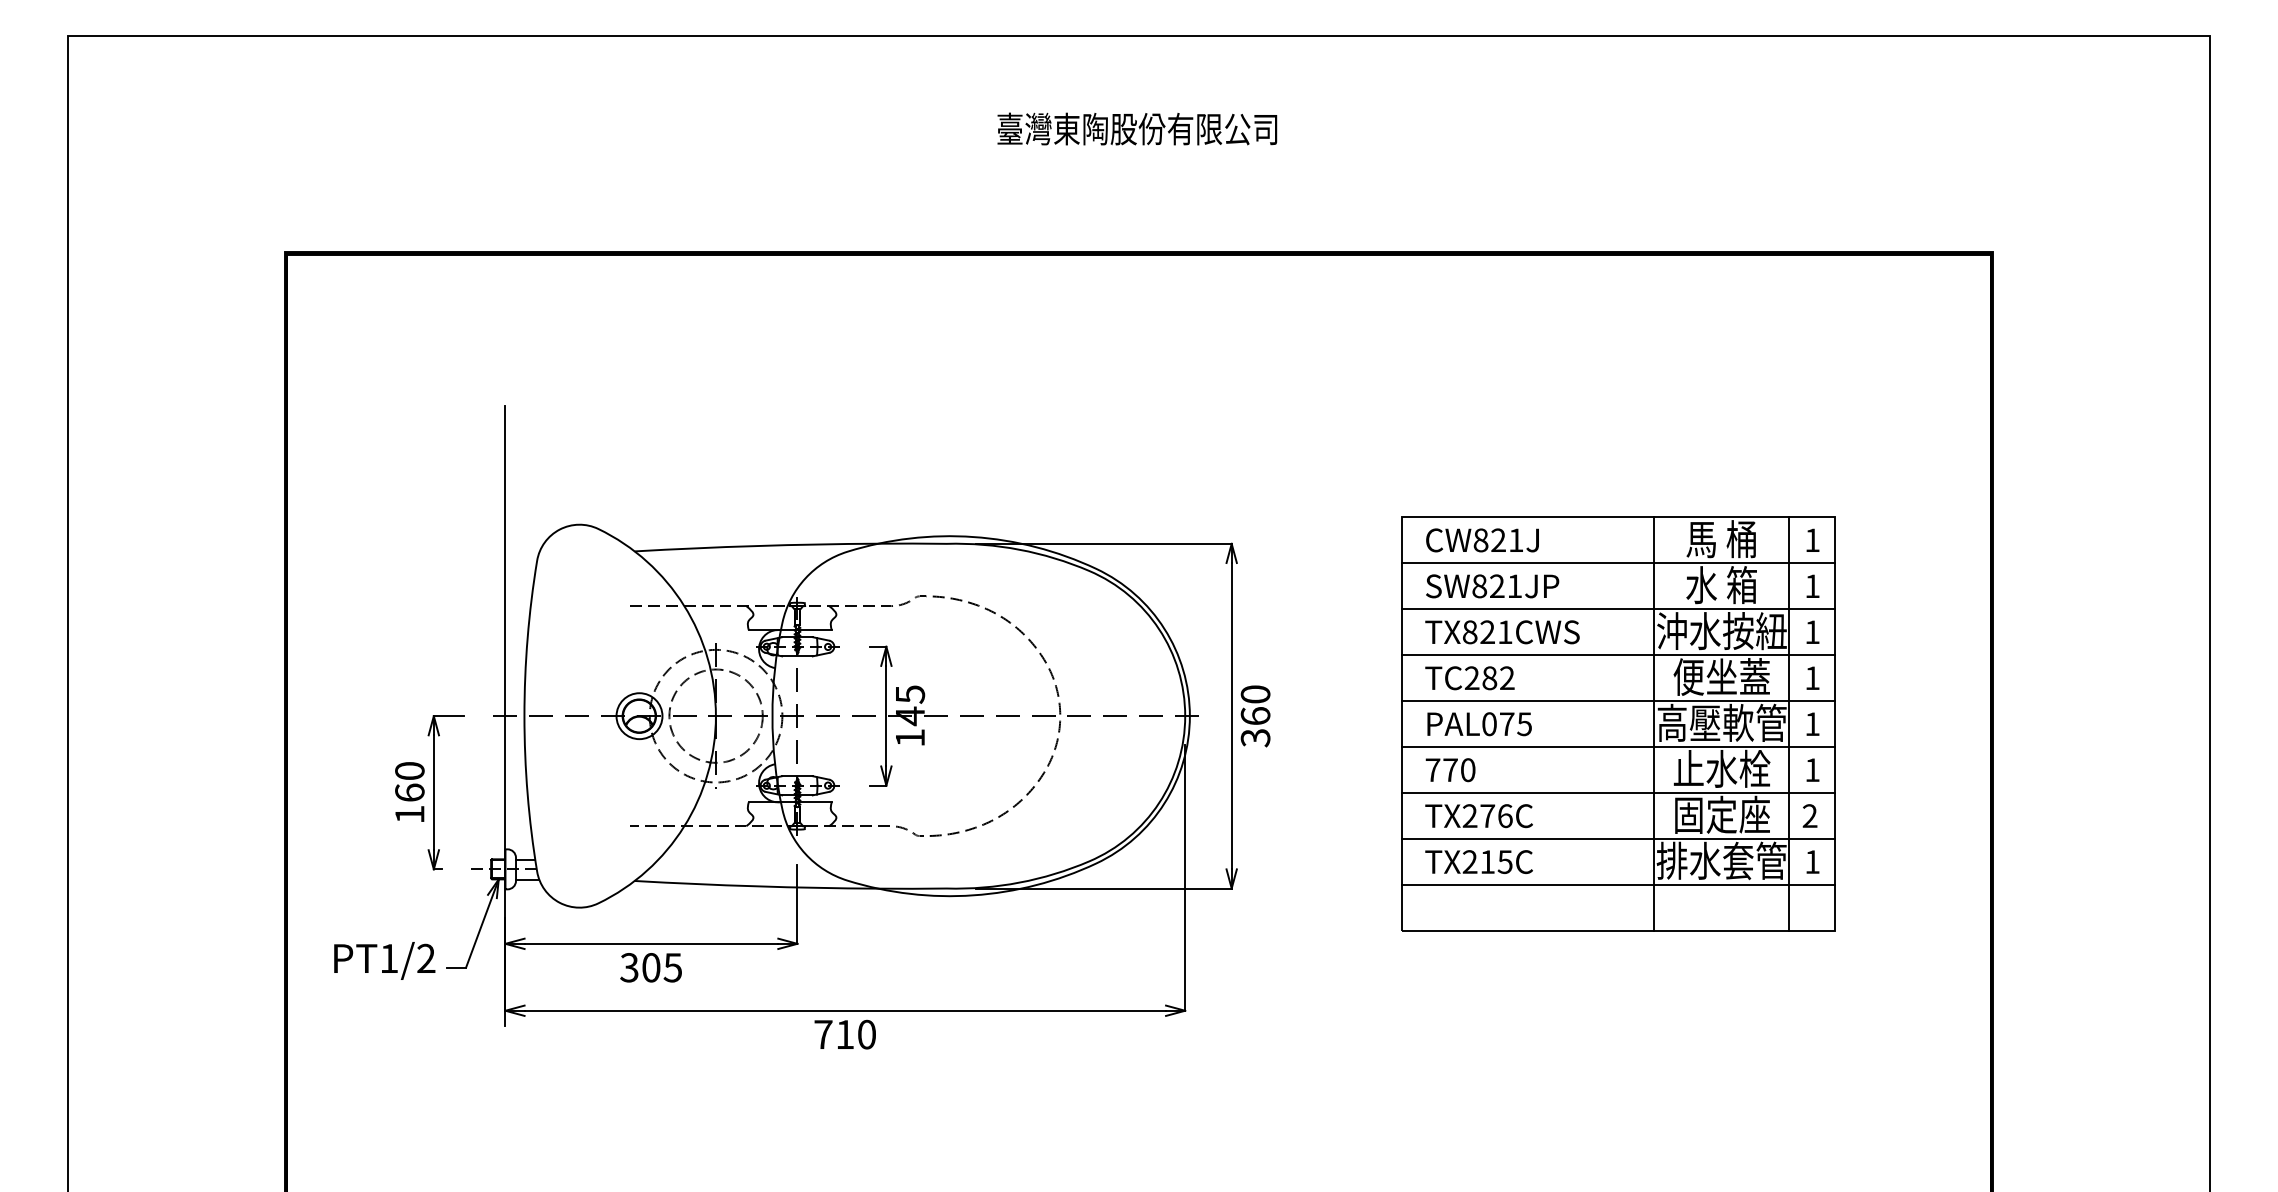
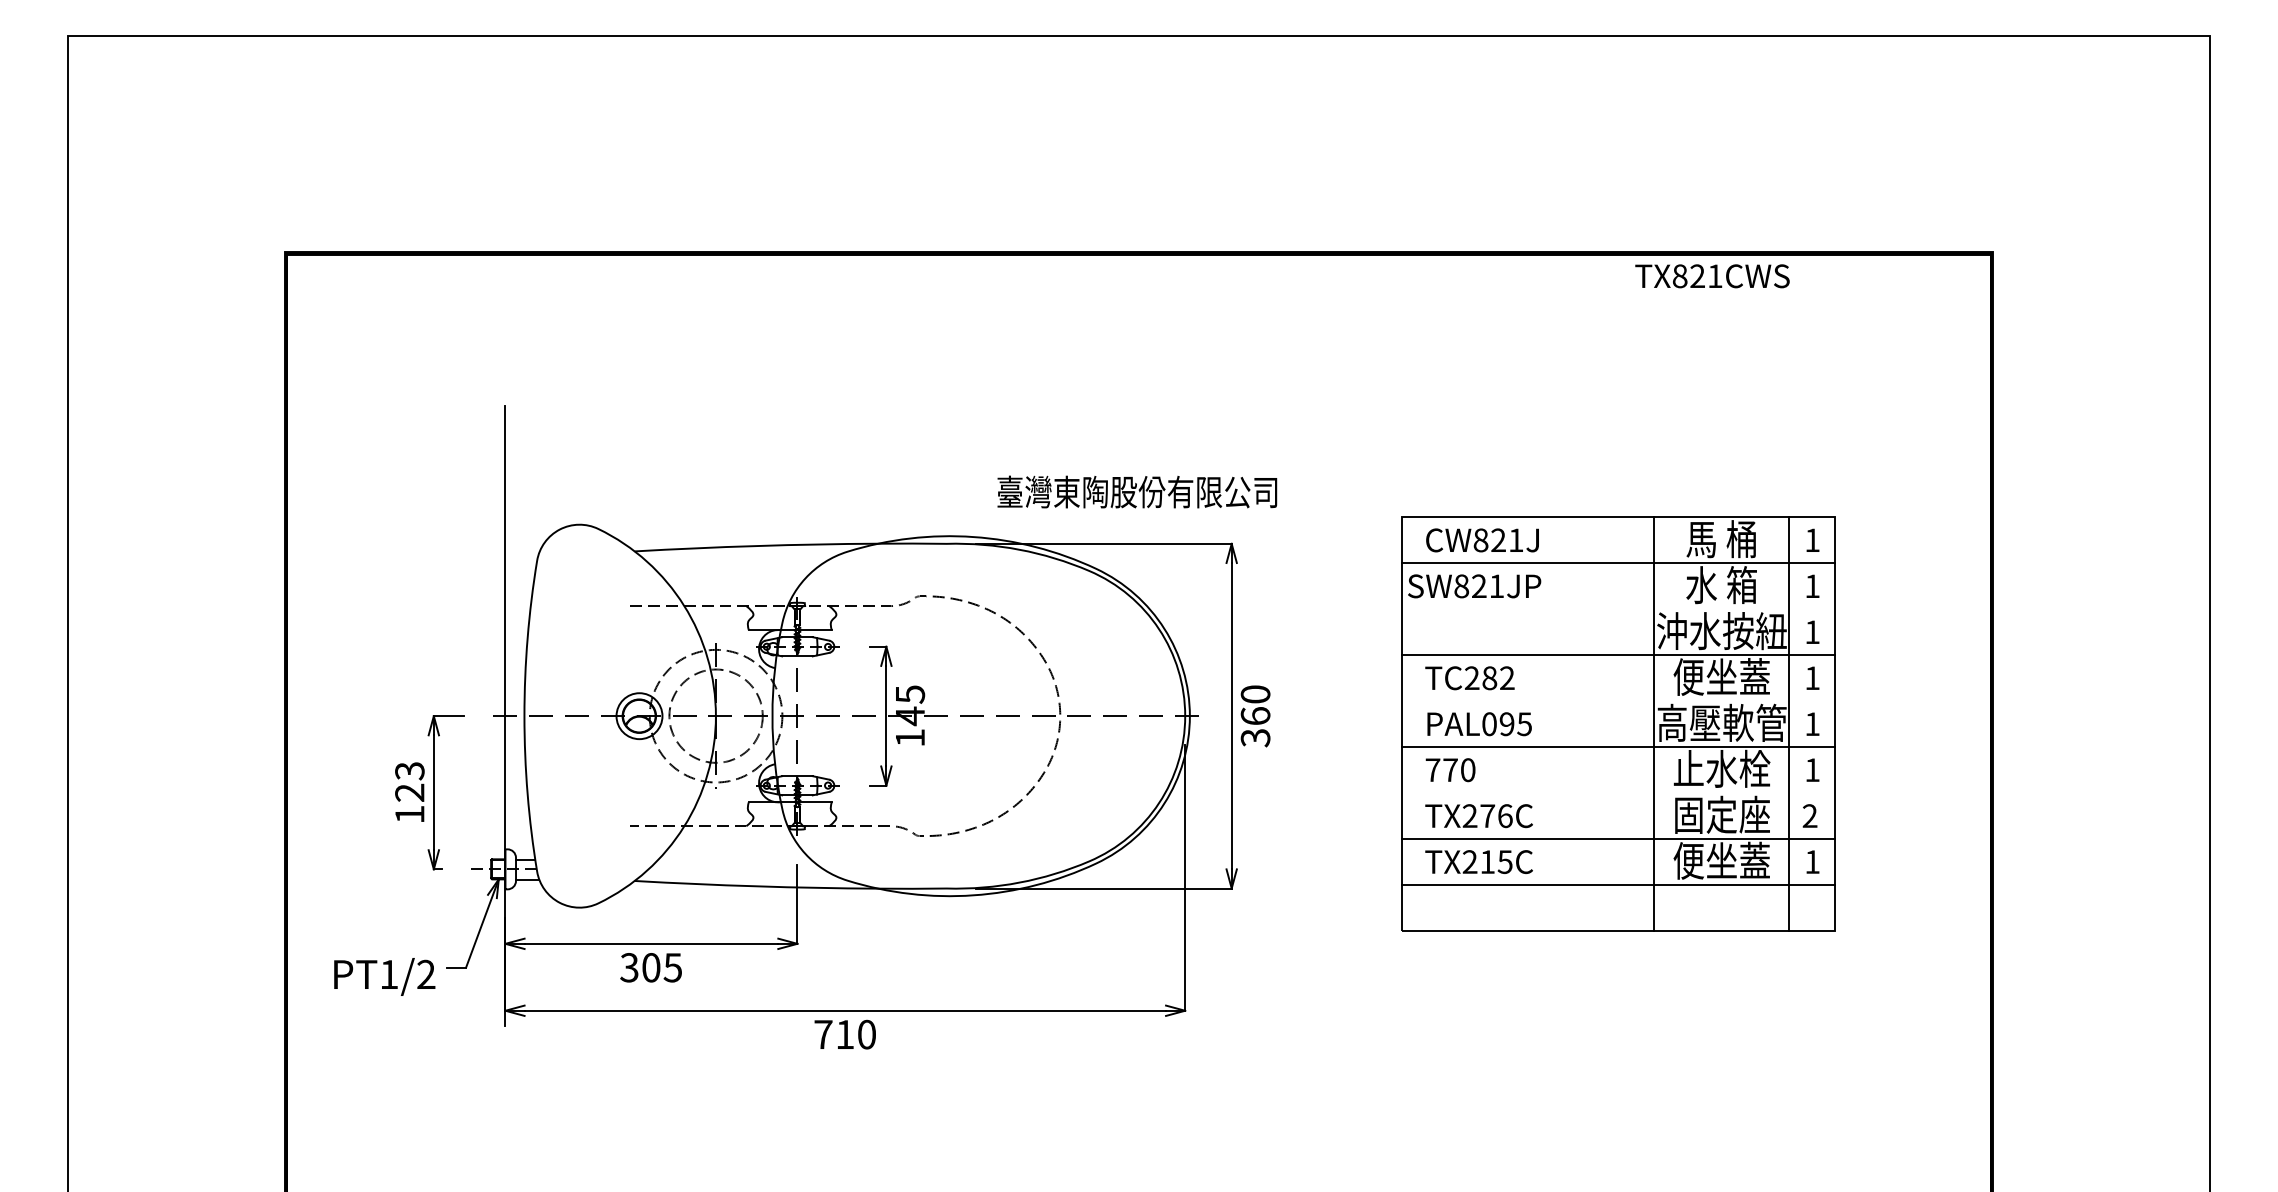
text at (1137, 128) position: (1137, 128) -> (1137, 491)
text at (1492, 586) position: (1492, 586) -> (1474, 586)
line at (1618, 609): present -> none
text at (1502, 632) position: (1502, 632) -> (1712, 276)
line at (1618, 701): present -> none
text at (1506, 724): PAL075 -> PAL095
text at (409, 781): 160 -> 123
line at (1618, 793): present -> none
text at (1721, 860): 排水套管 -> 便坐蓋
text at (384, 960) position: (384, 960) -> (384, 976)
